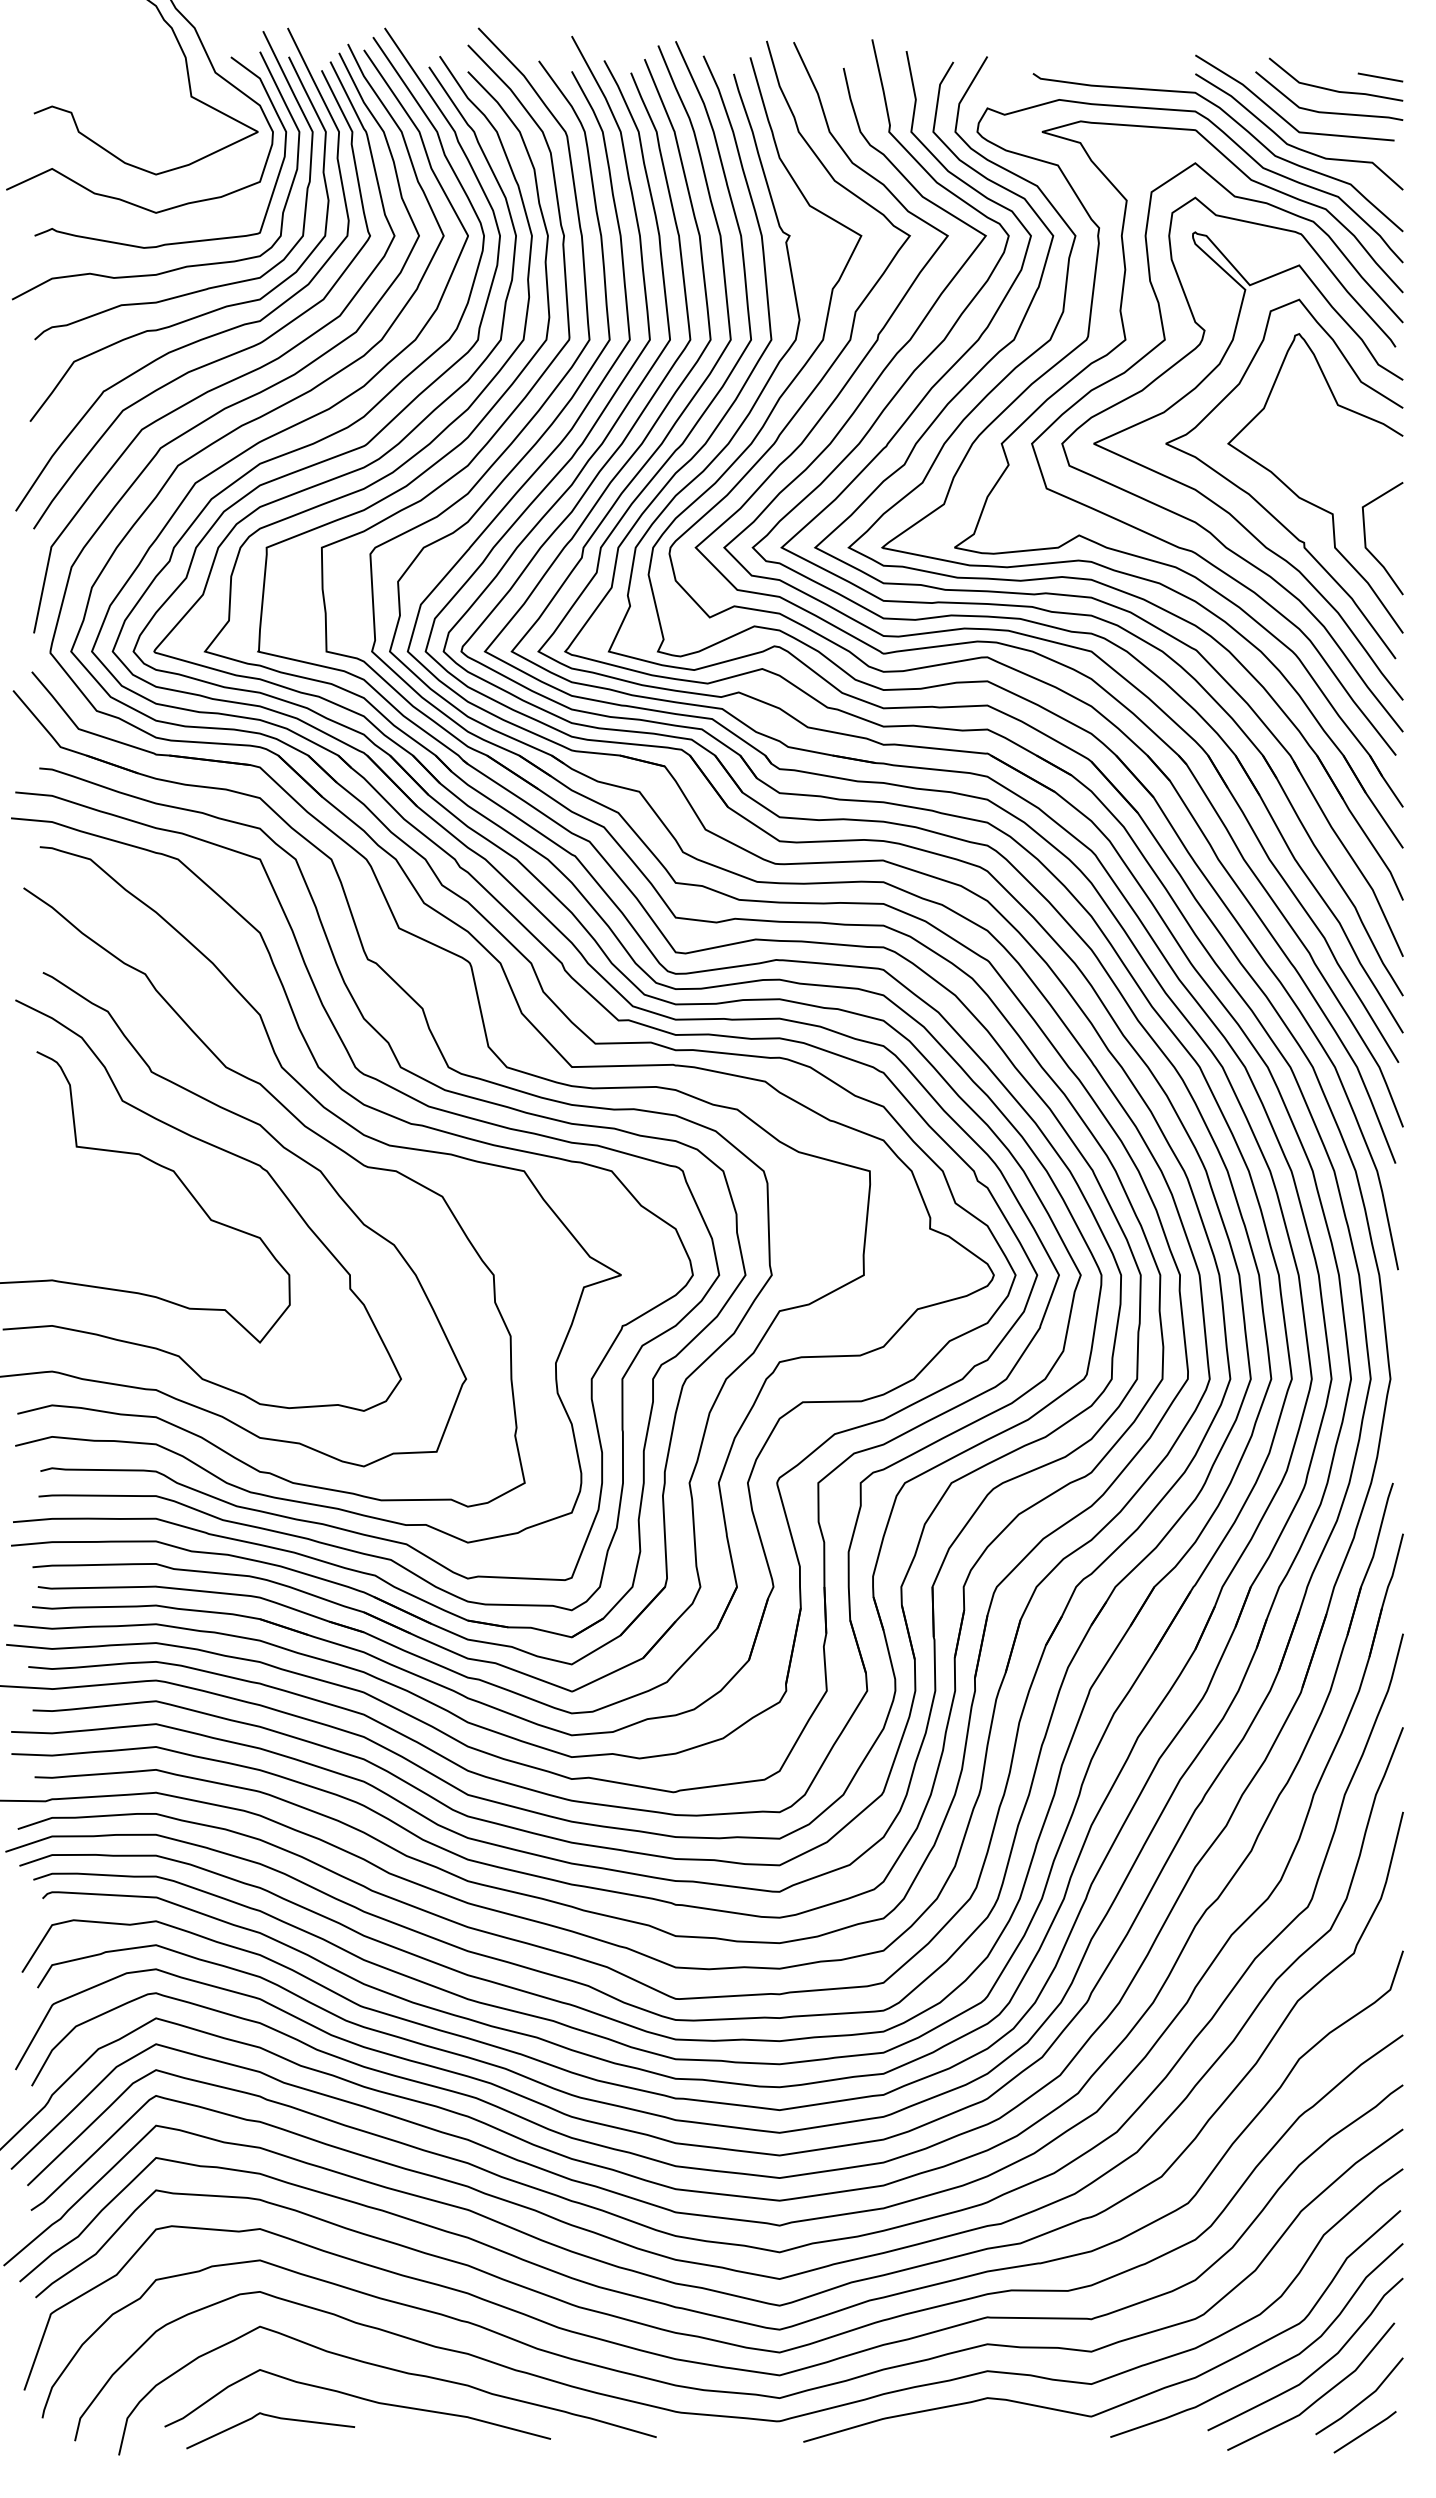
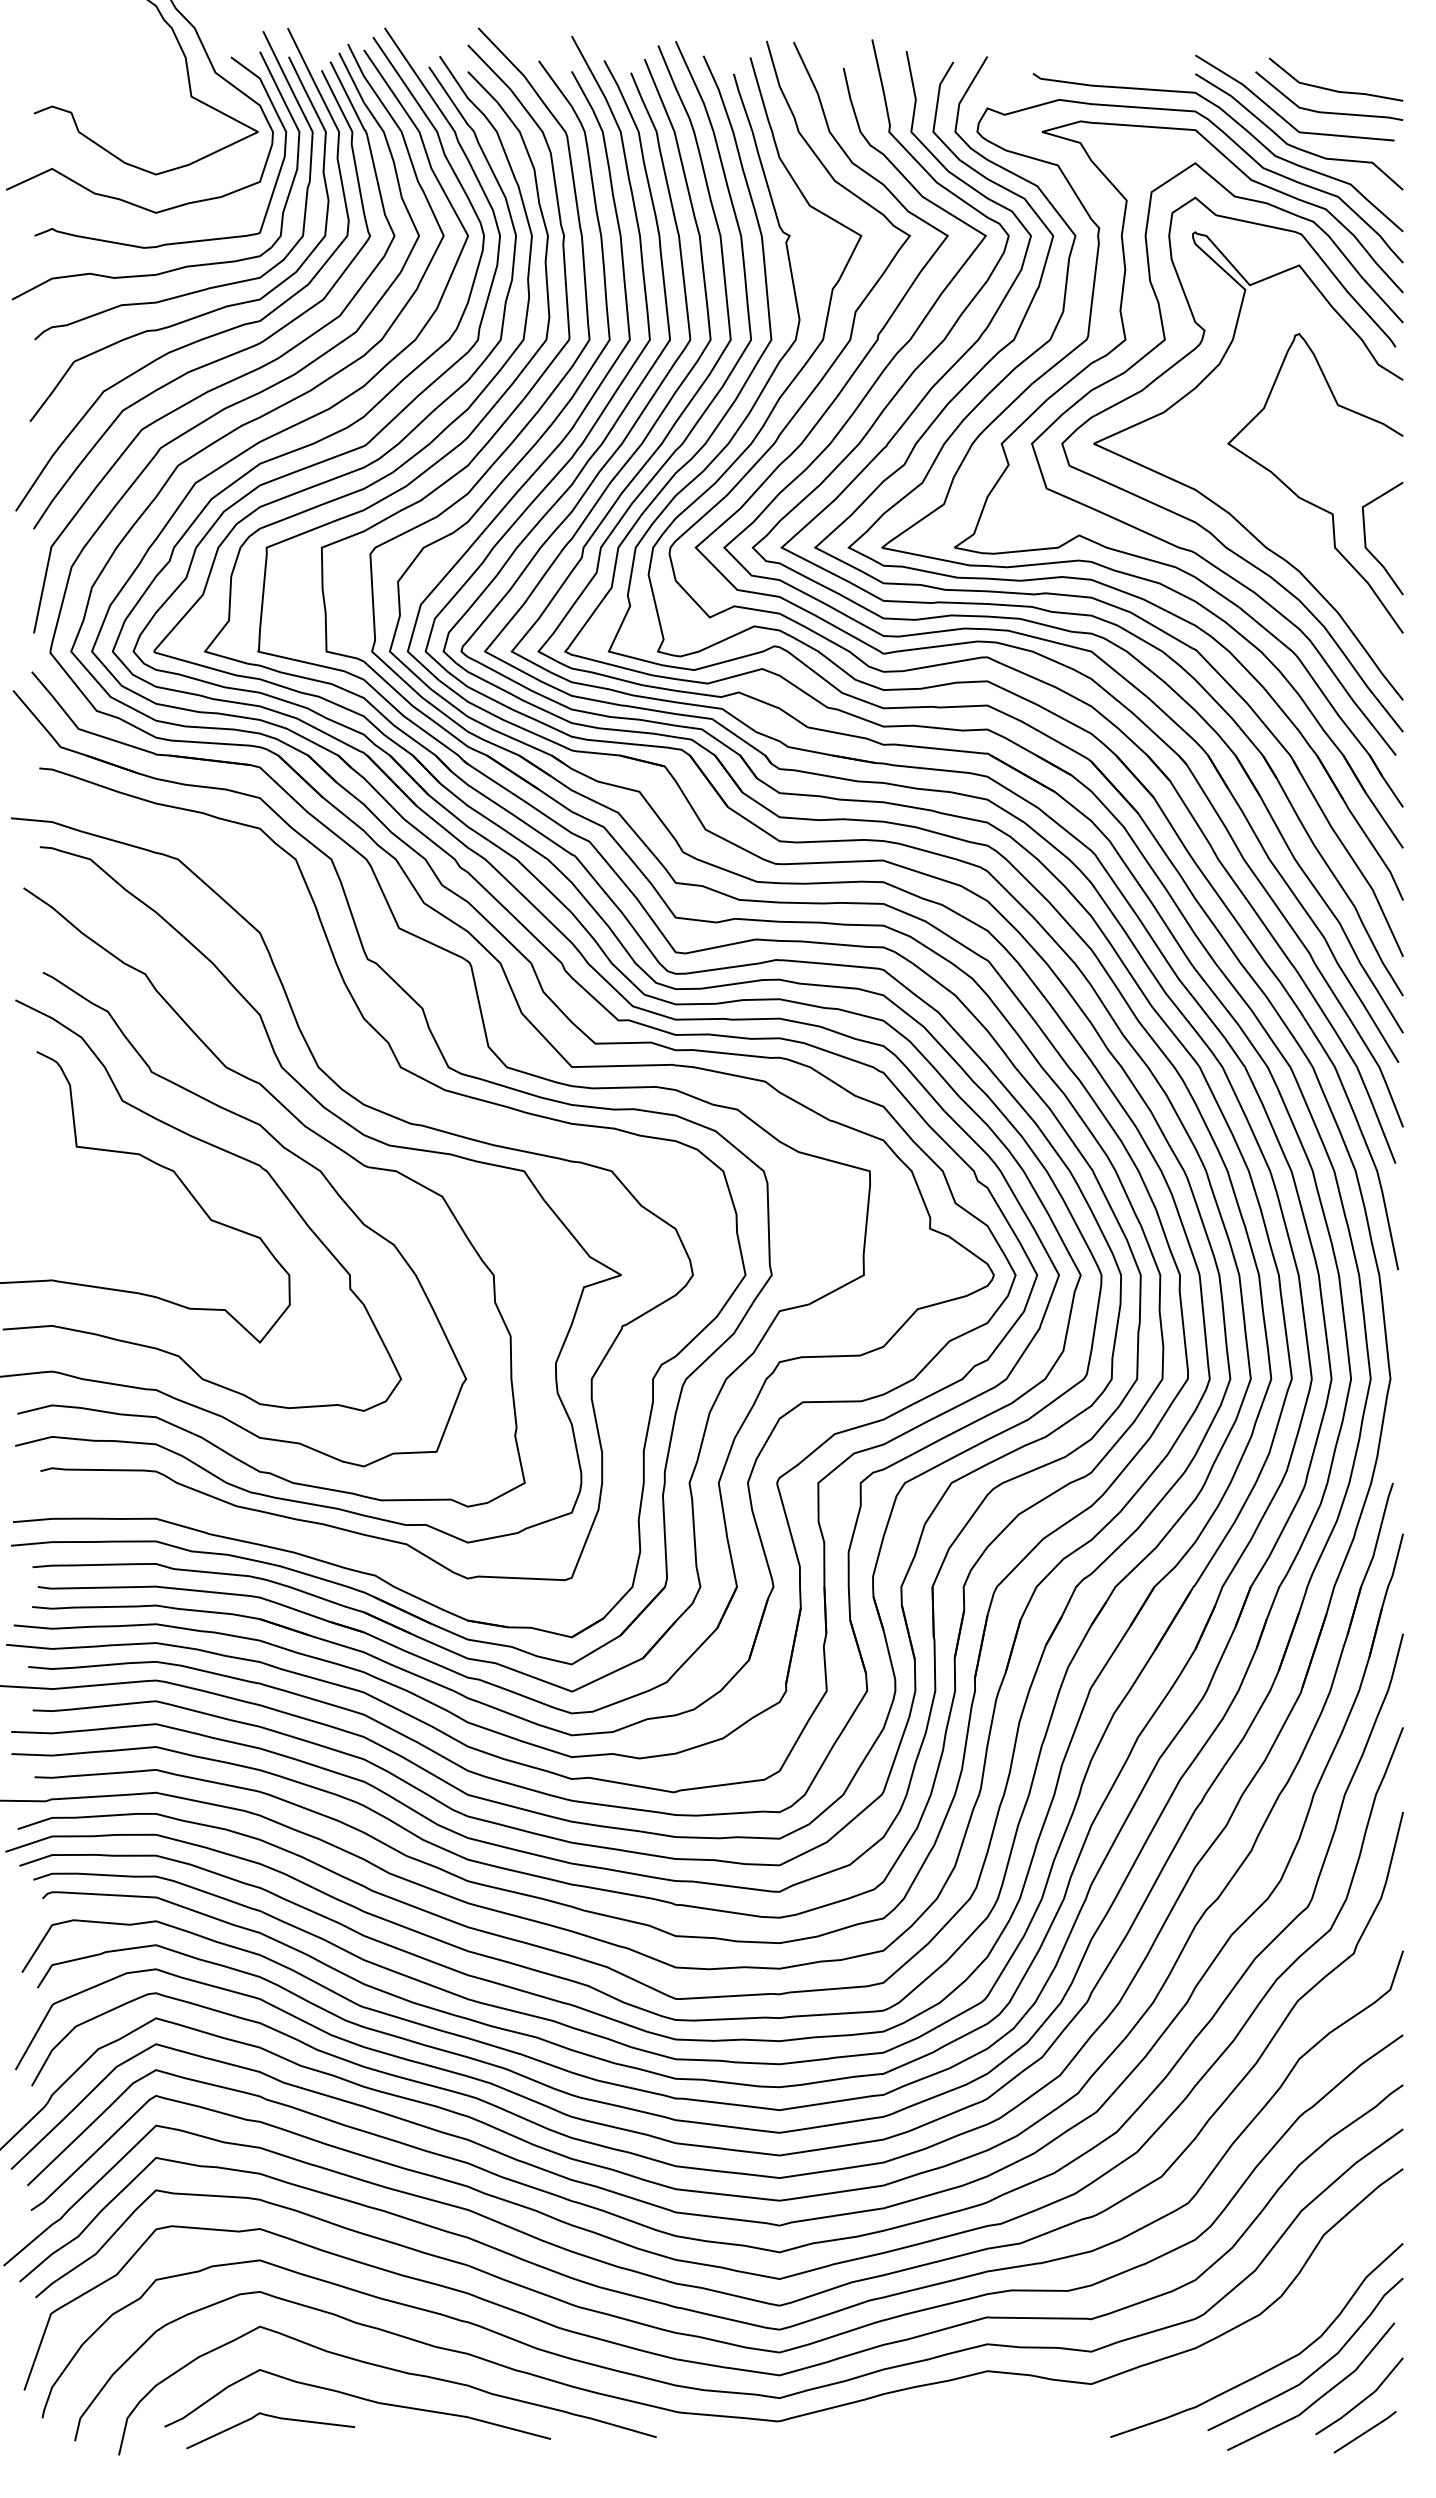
line at (1380, 77): present -> none
curve at (1259, 502): present -> none
curve at (416, 1101): present -> none
curve at (1131, 2399): present -> none
